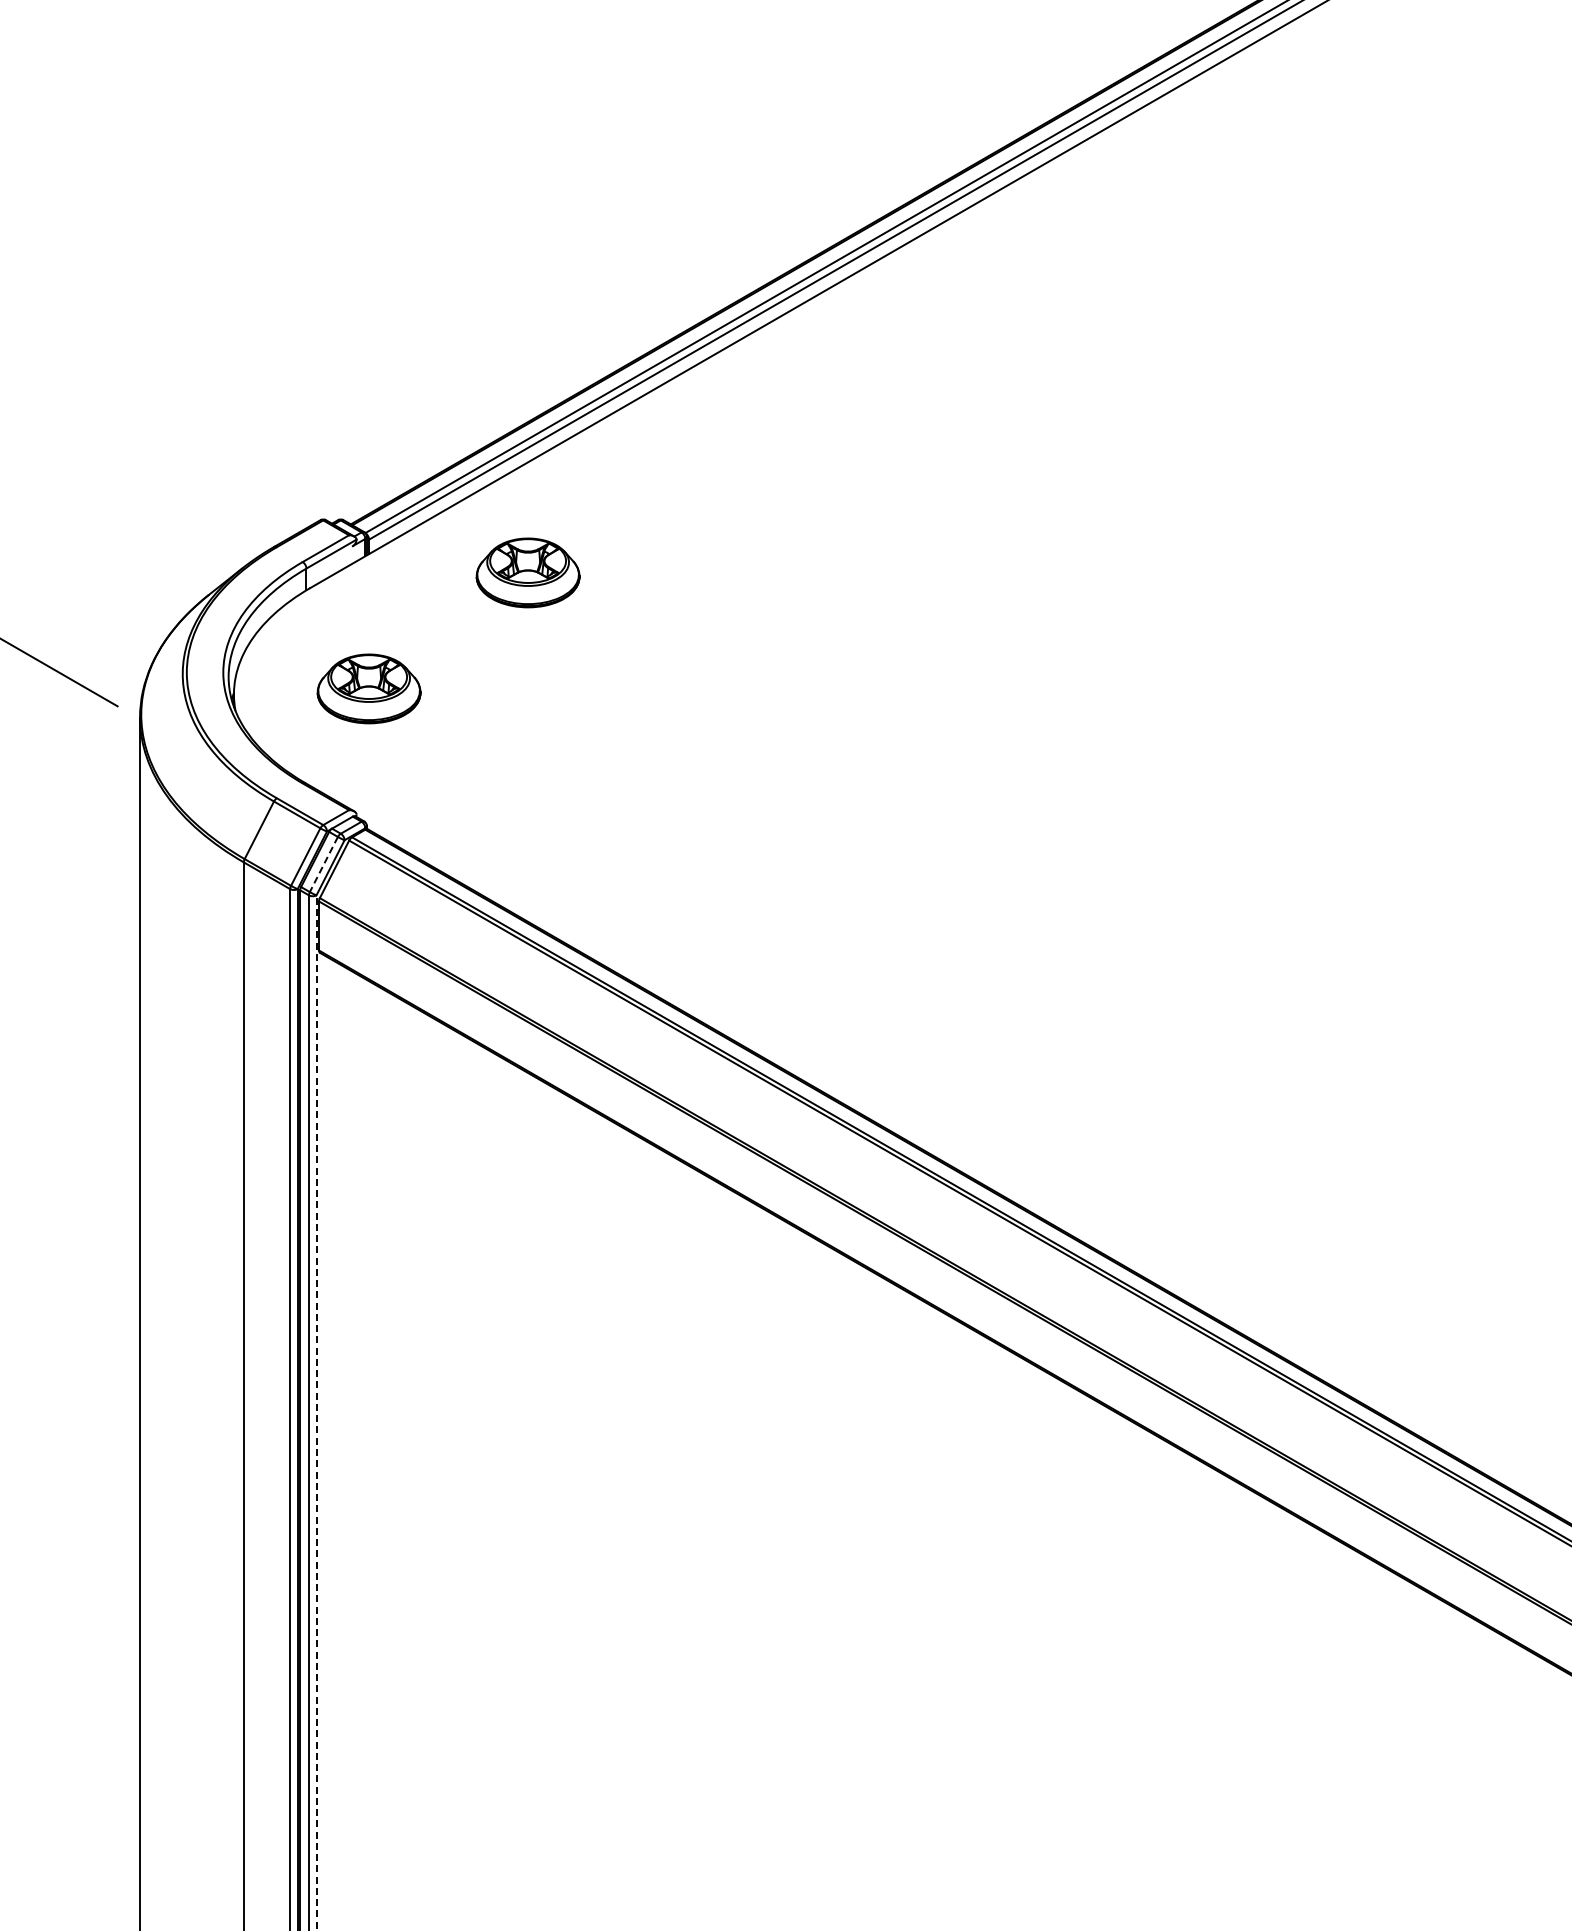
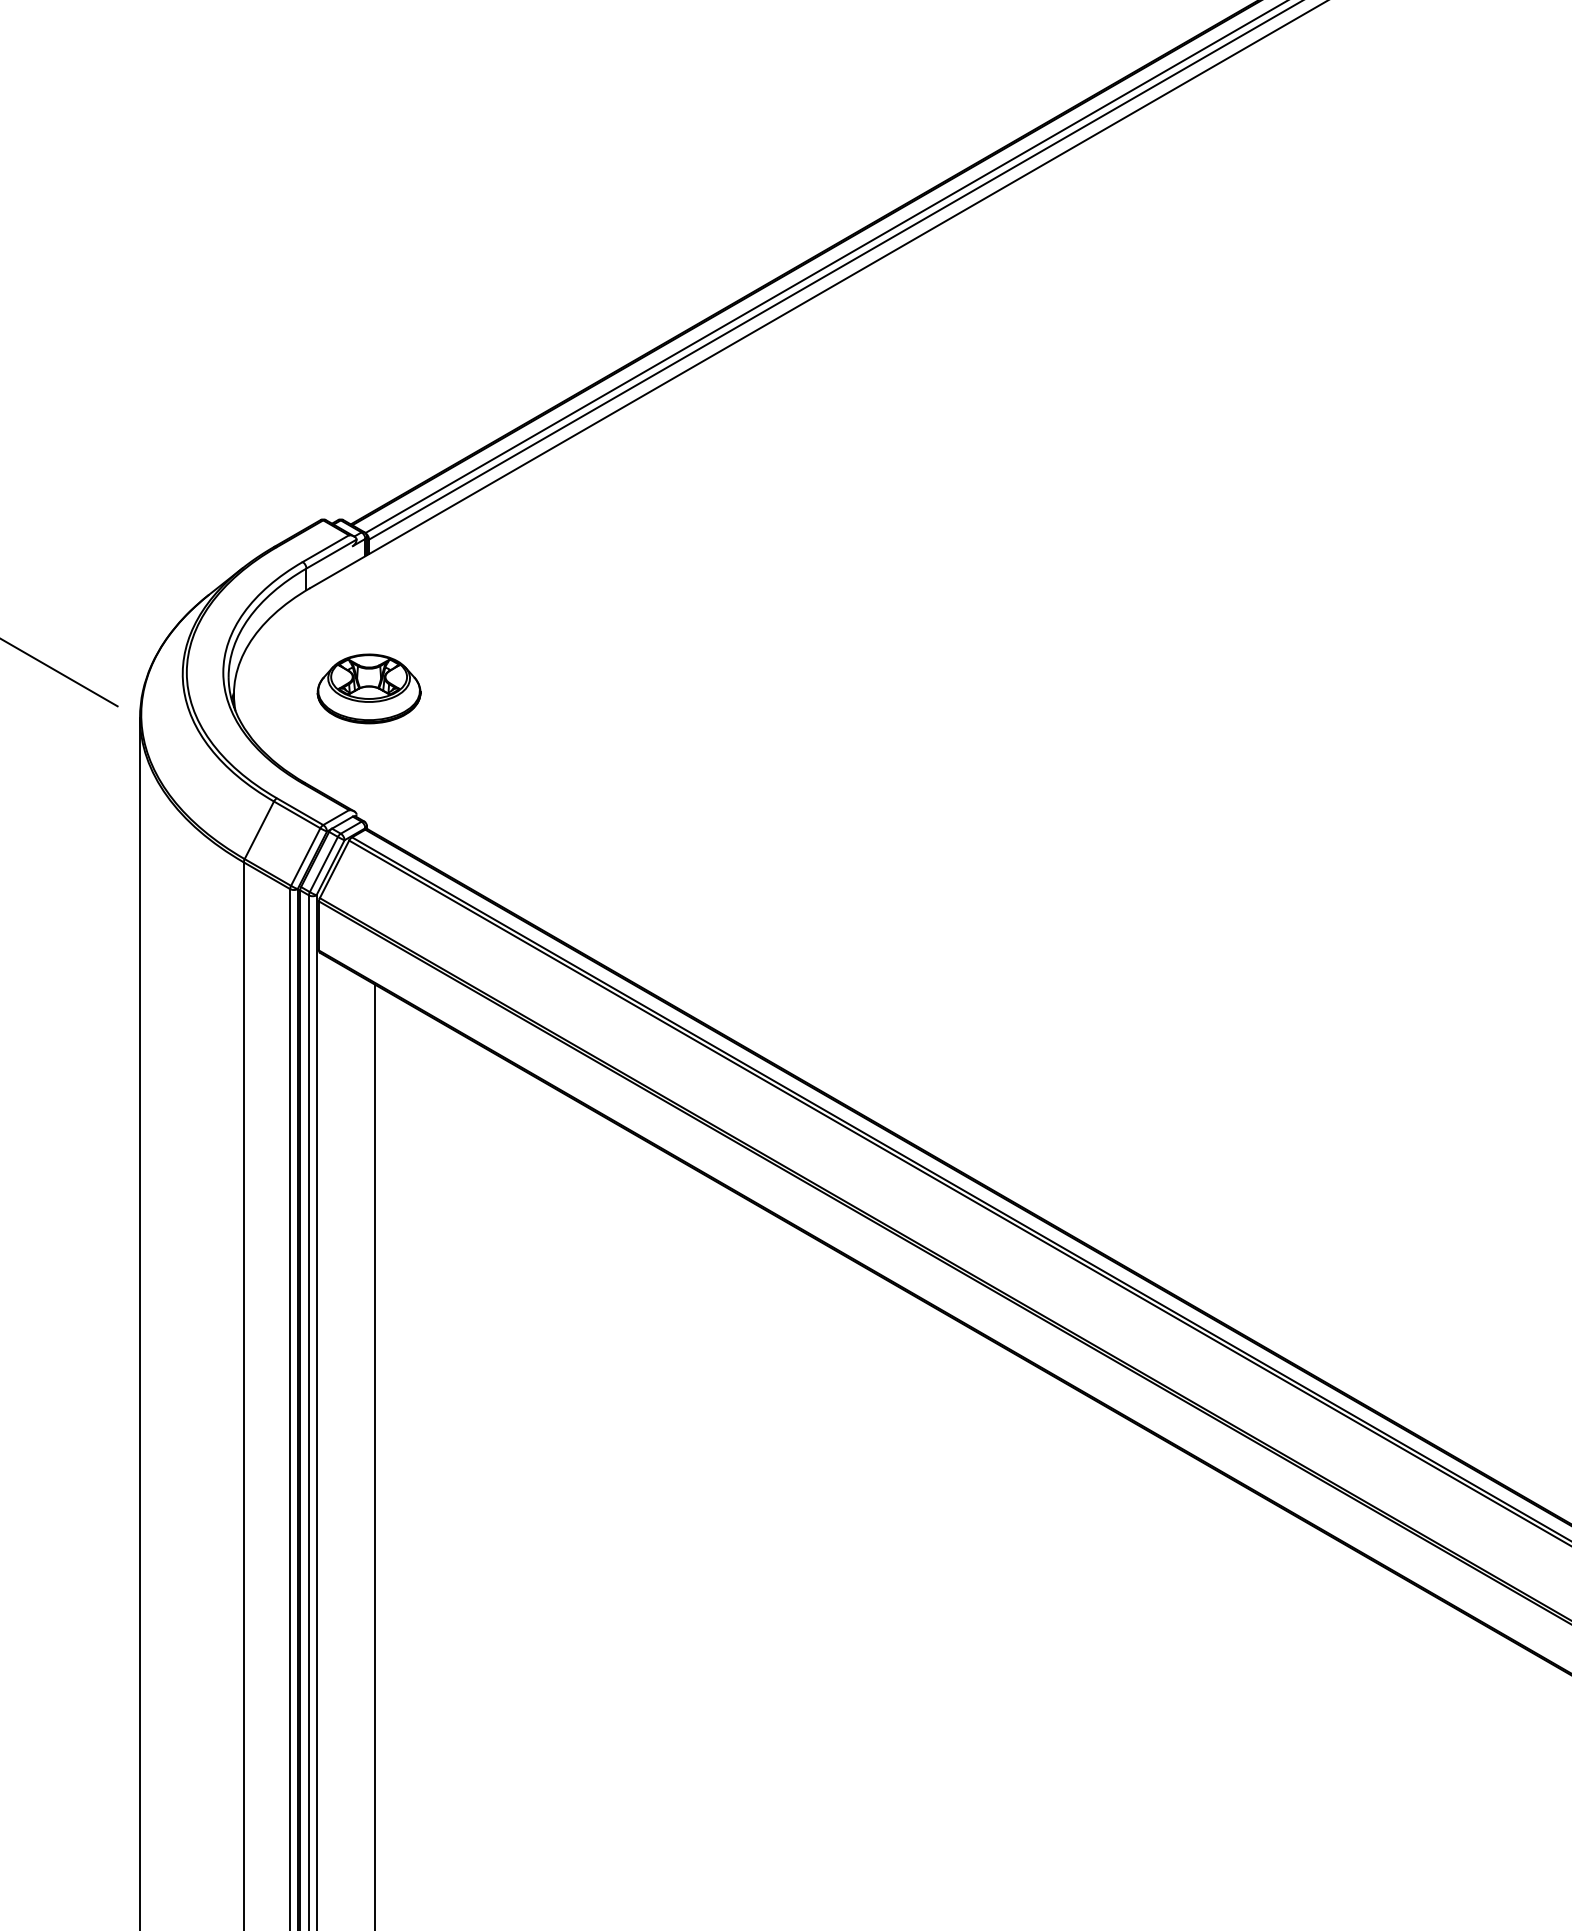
part at (527, 572): present -> none
line at (323, 864): dashed -> solid
line at (316, 1413): dashed -> solid
line at (375, 1455): none -> present
